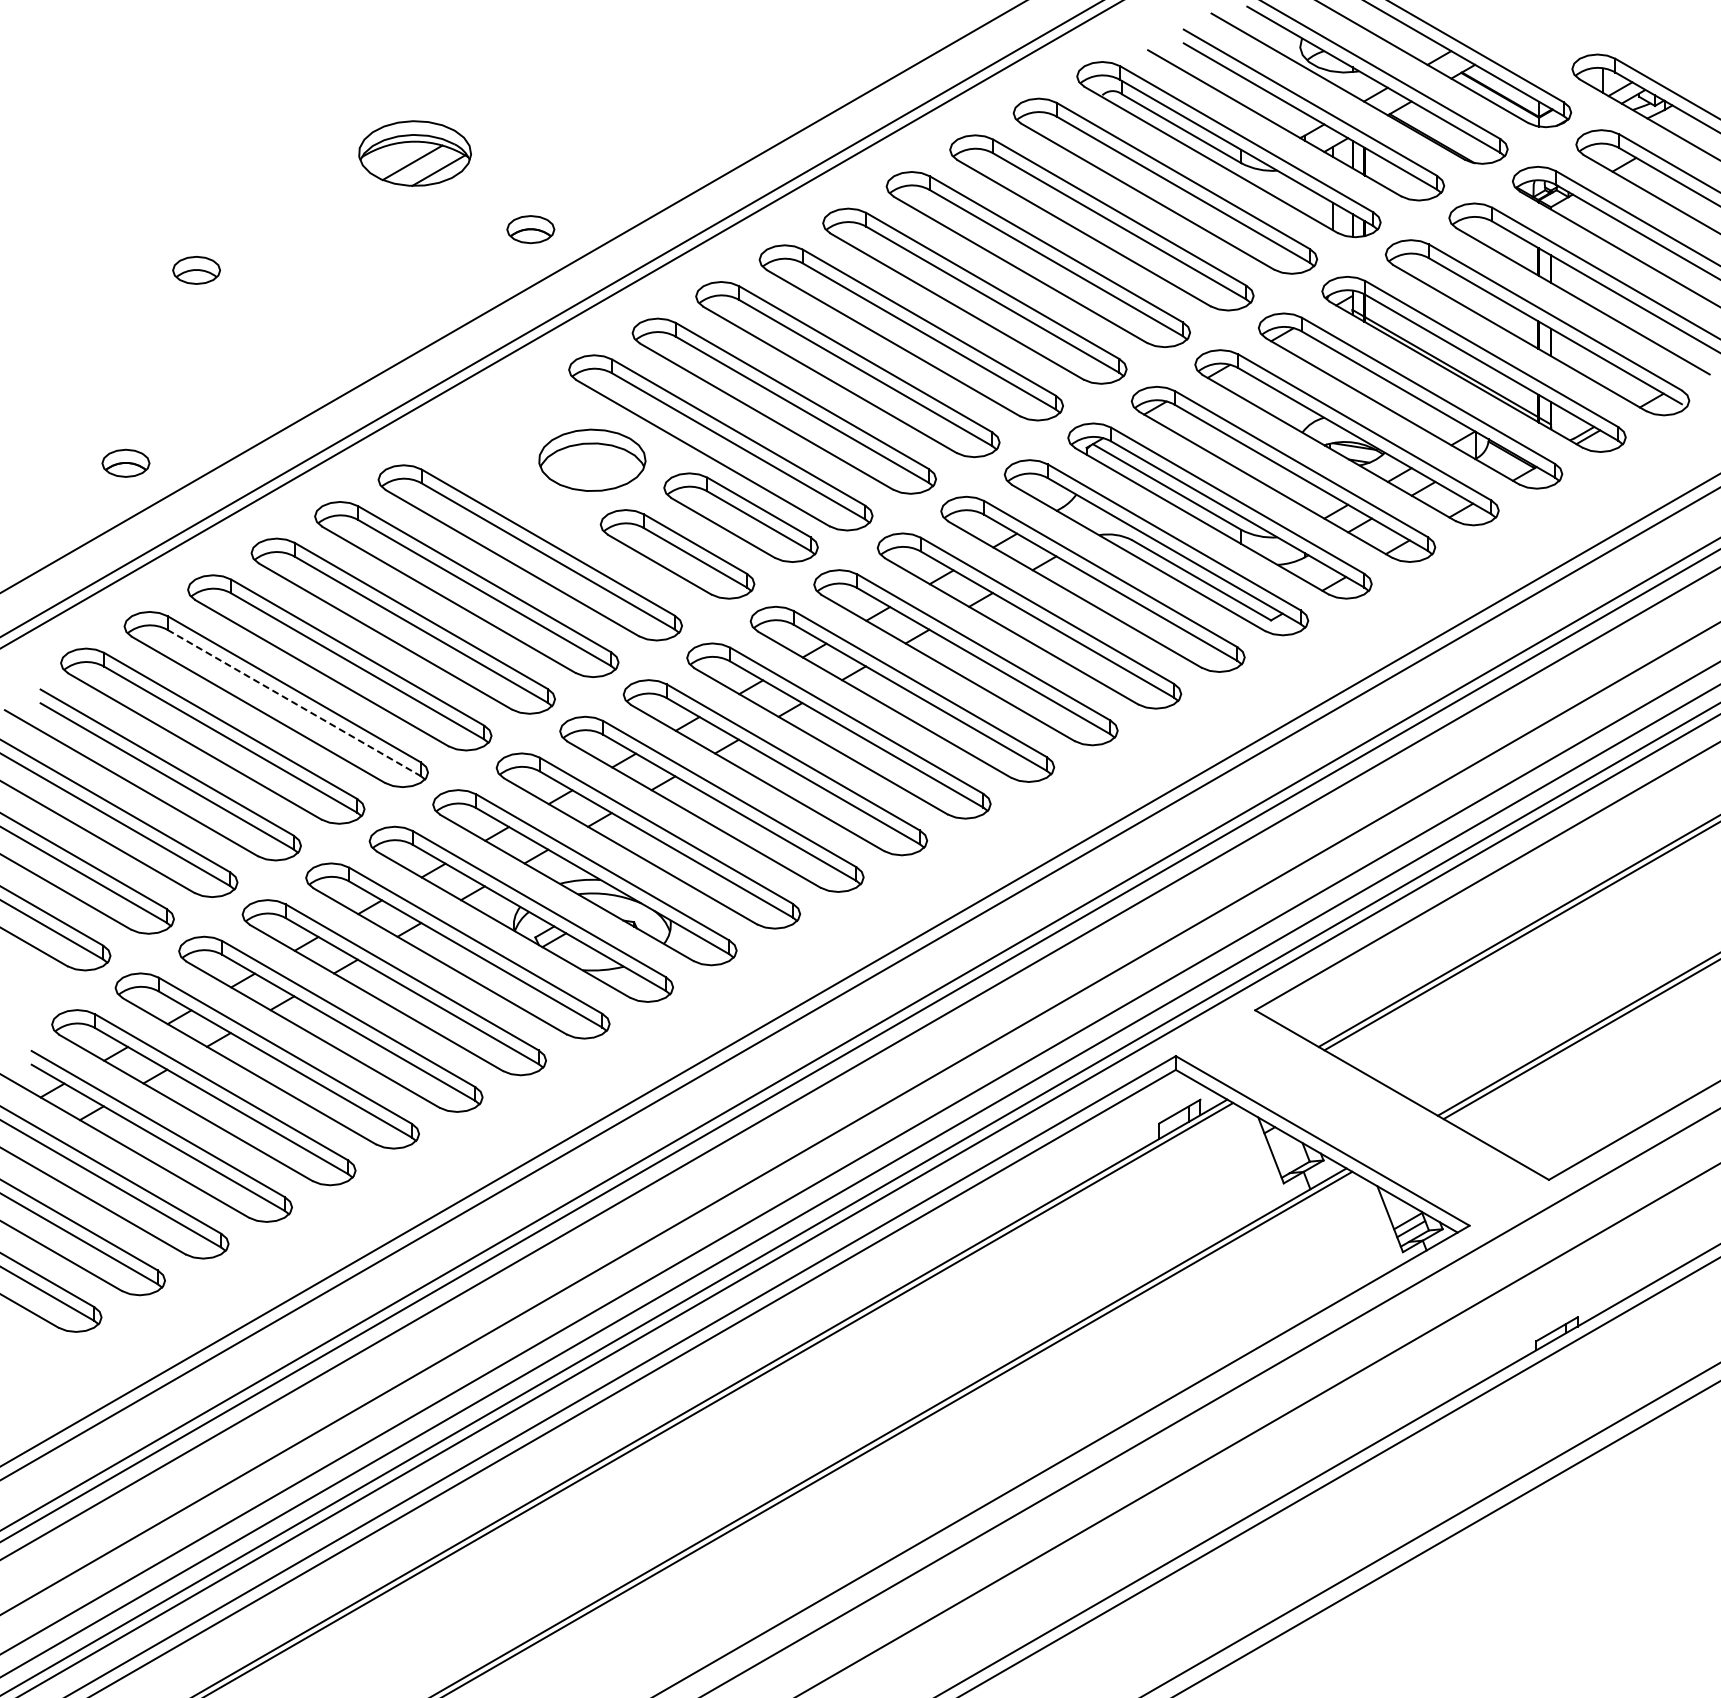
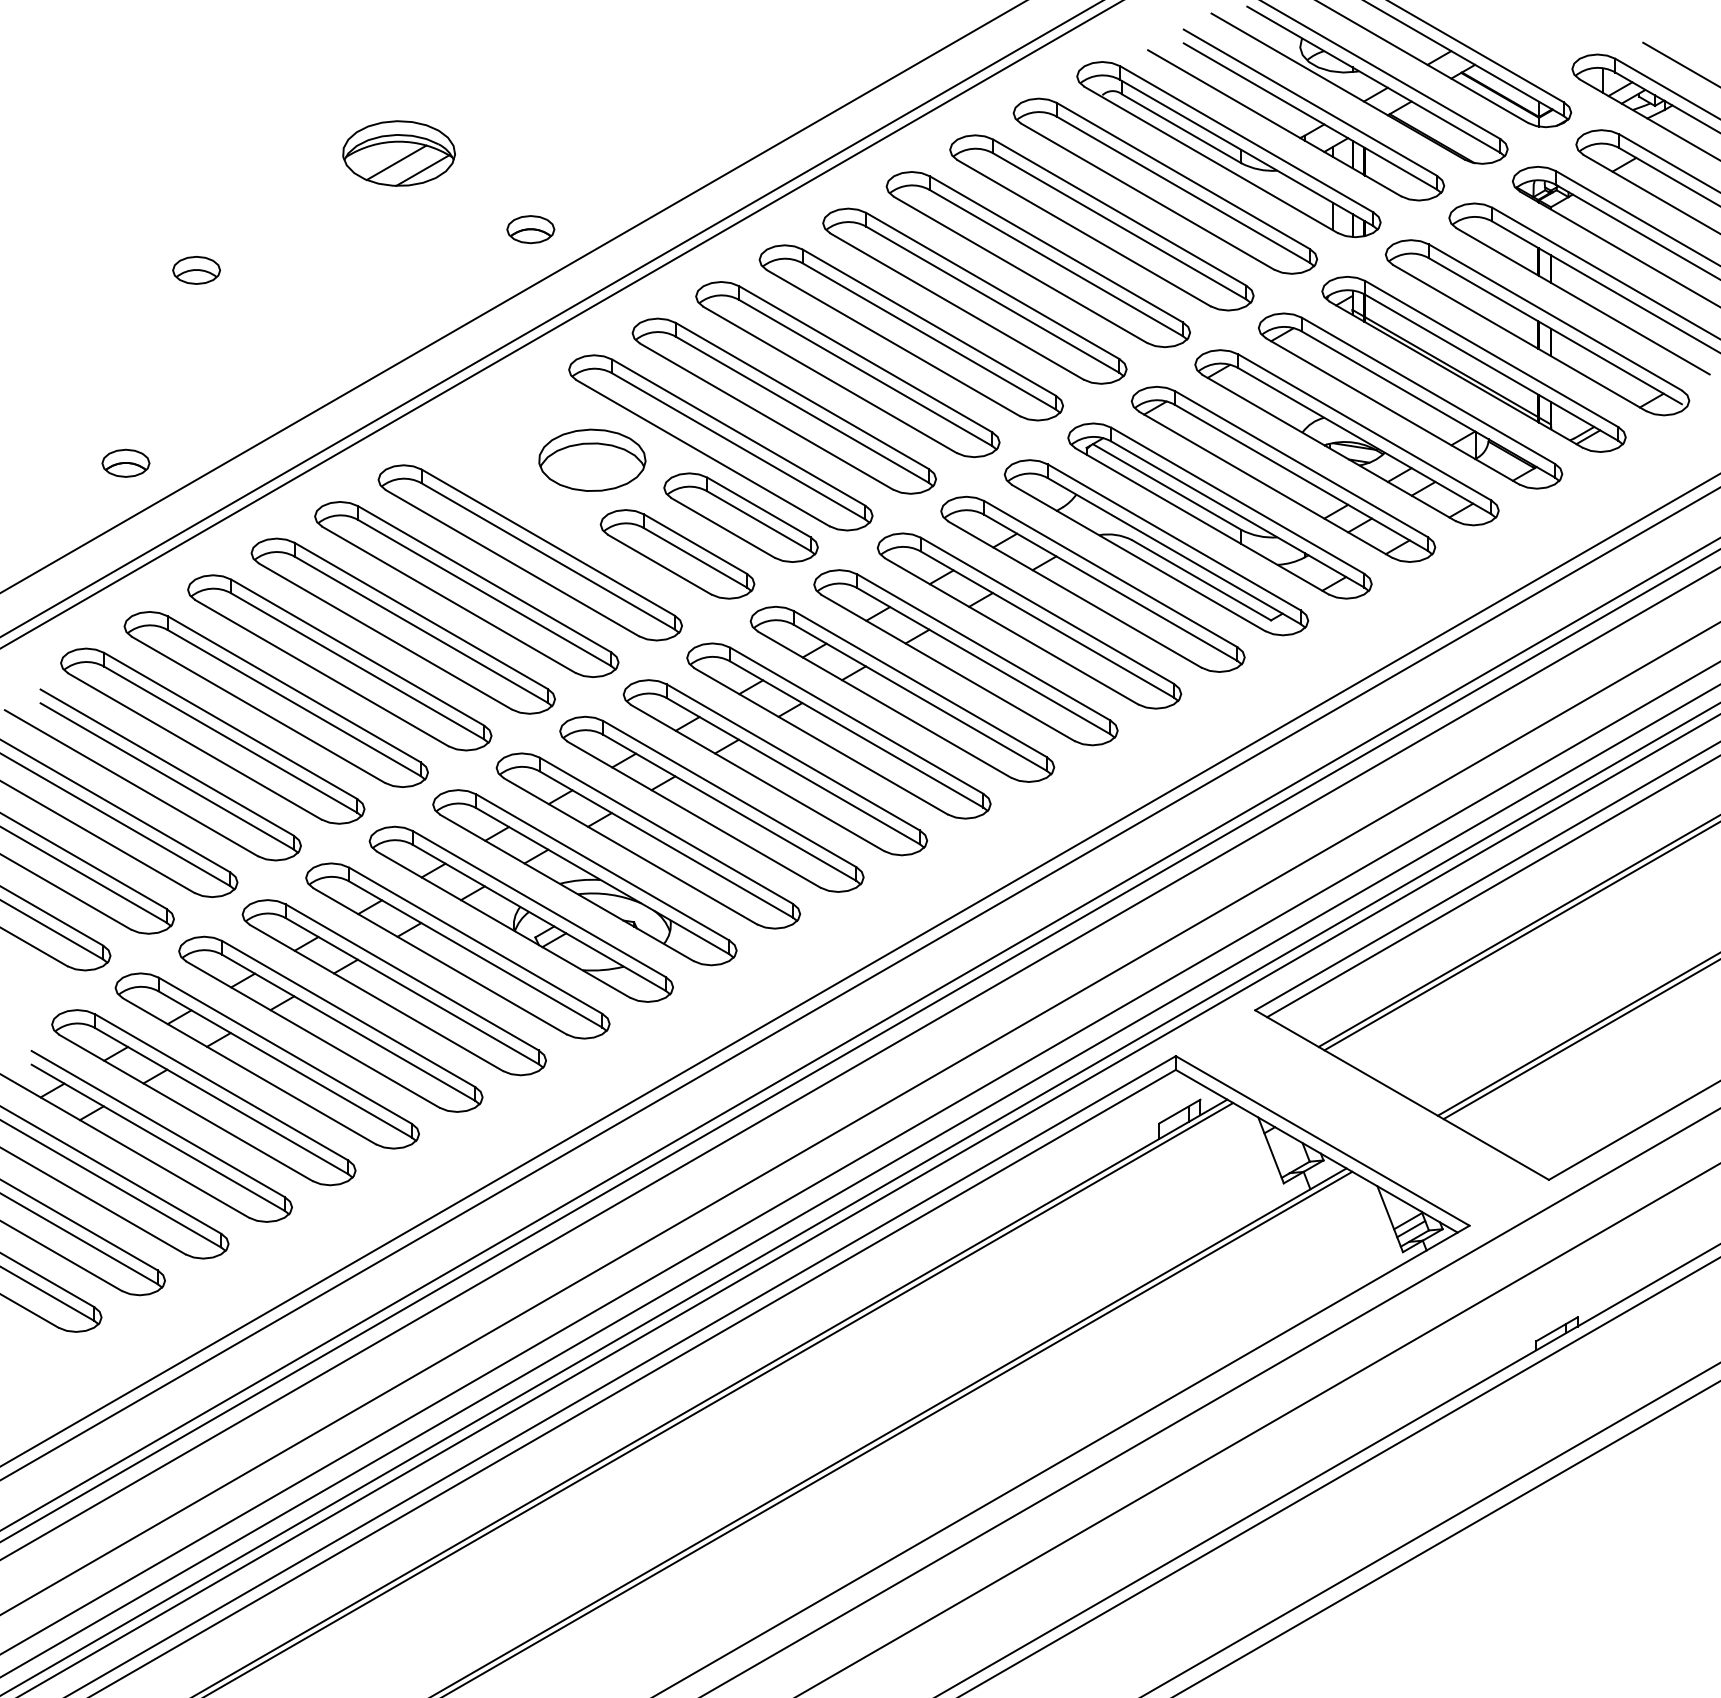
line at (1680, 63): none -> present
part at (414, 153) position: (414, 153) -> (398, 153)
line at (294, 703): dashed -> solid
line at (1492, 887): none -> present
